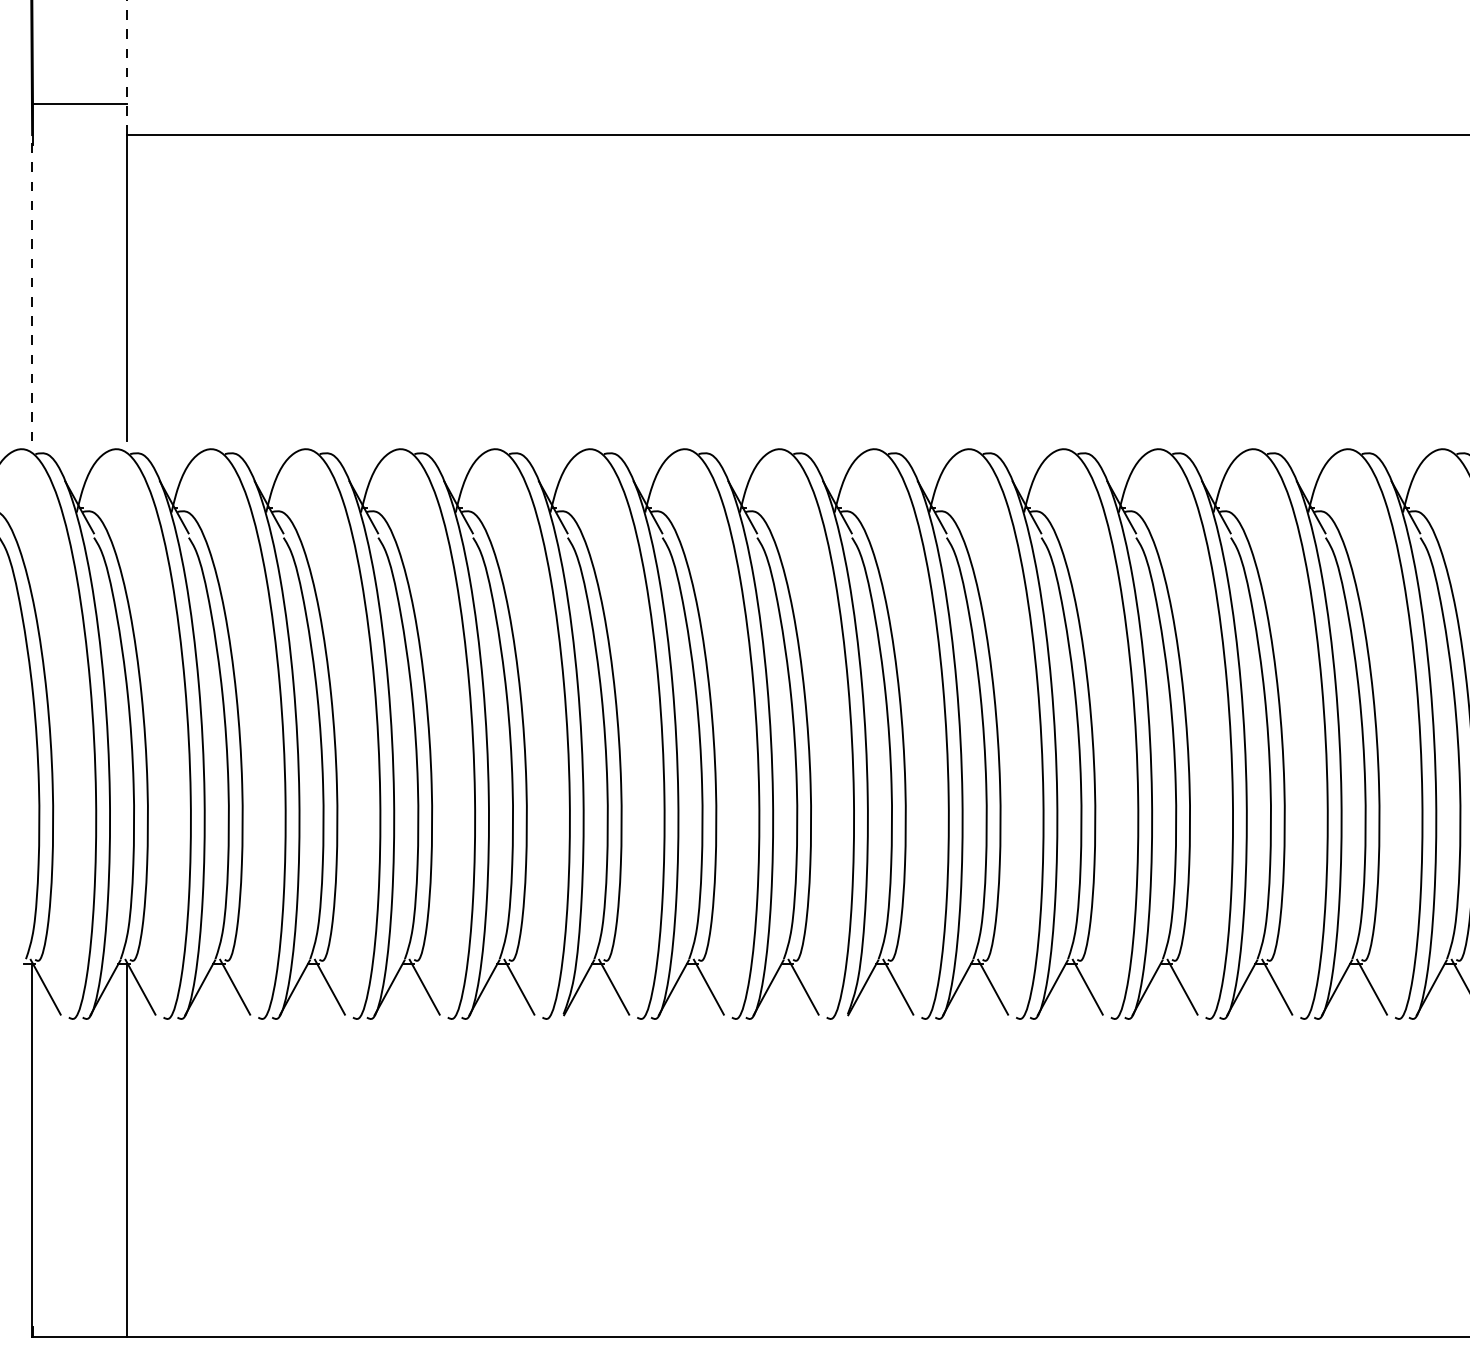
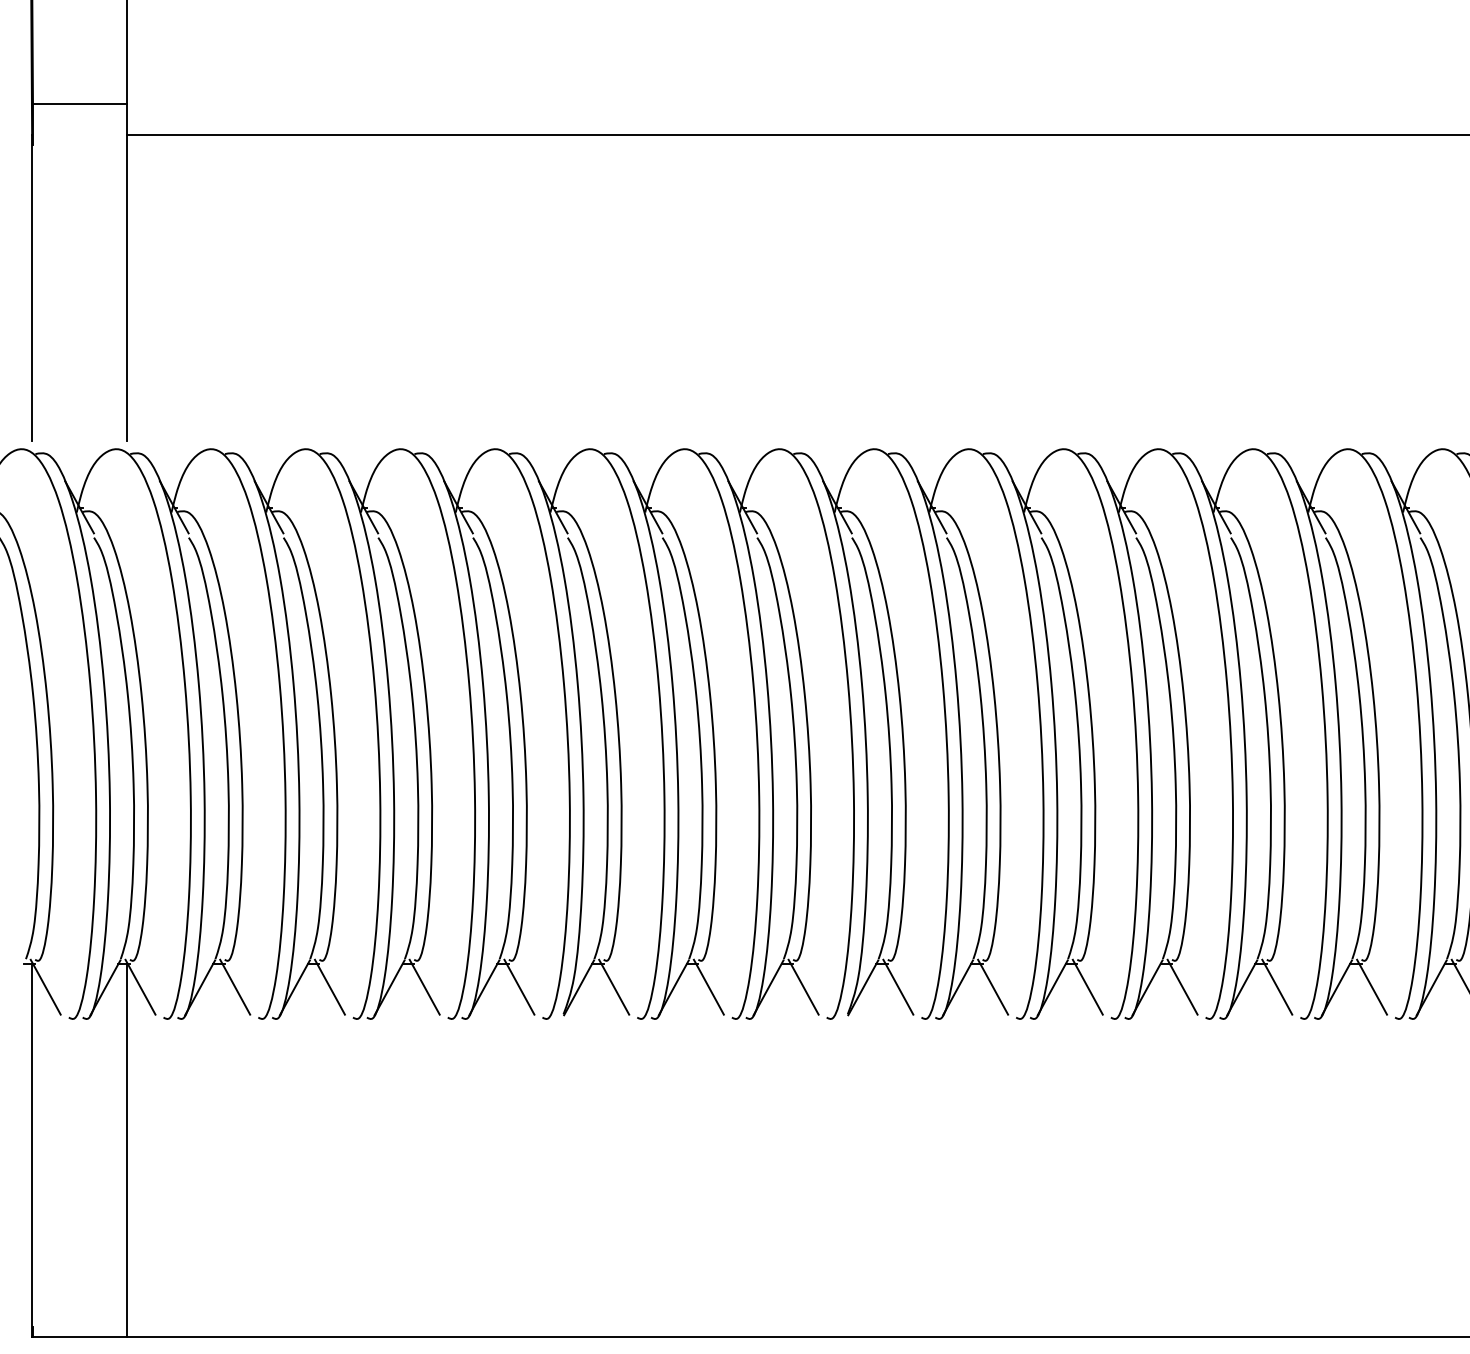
line at (127, 67): dashed -> solid
line at (32, 287): dashed -> solid
